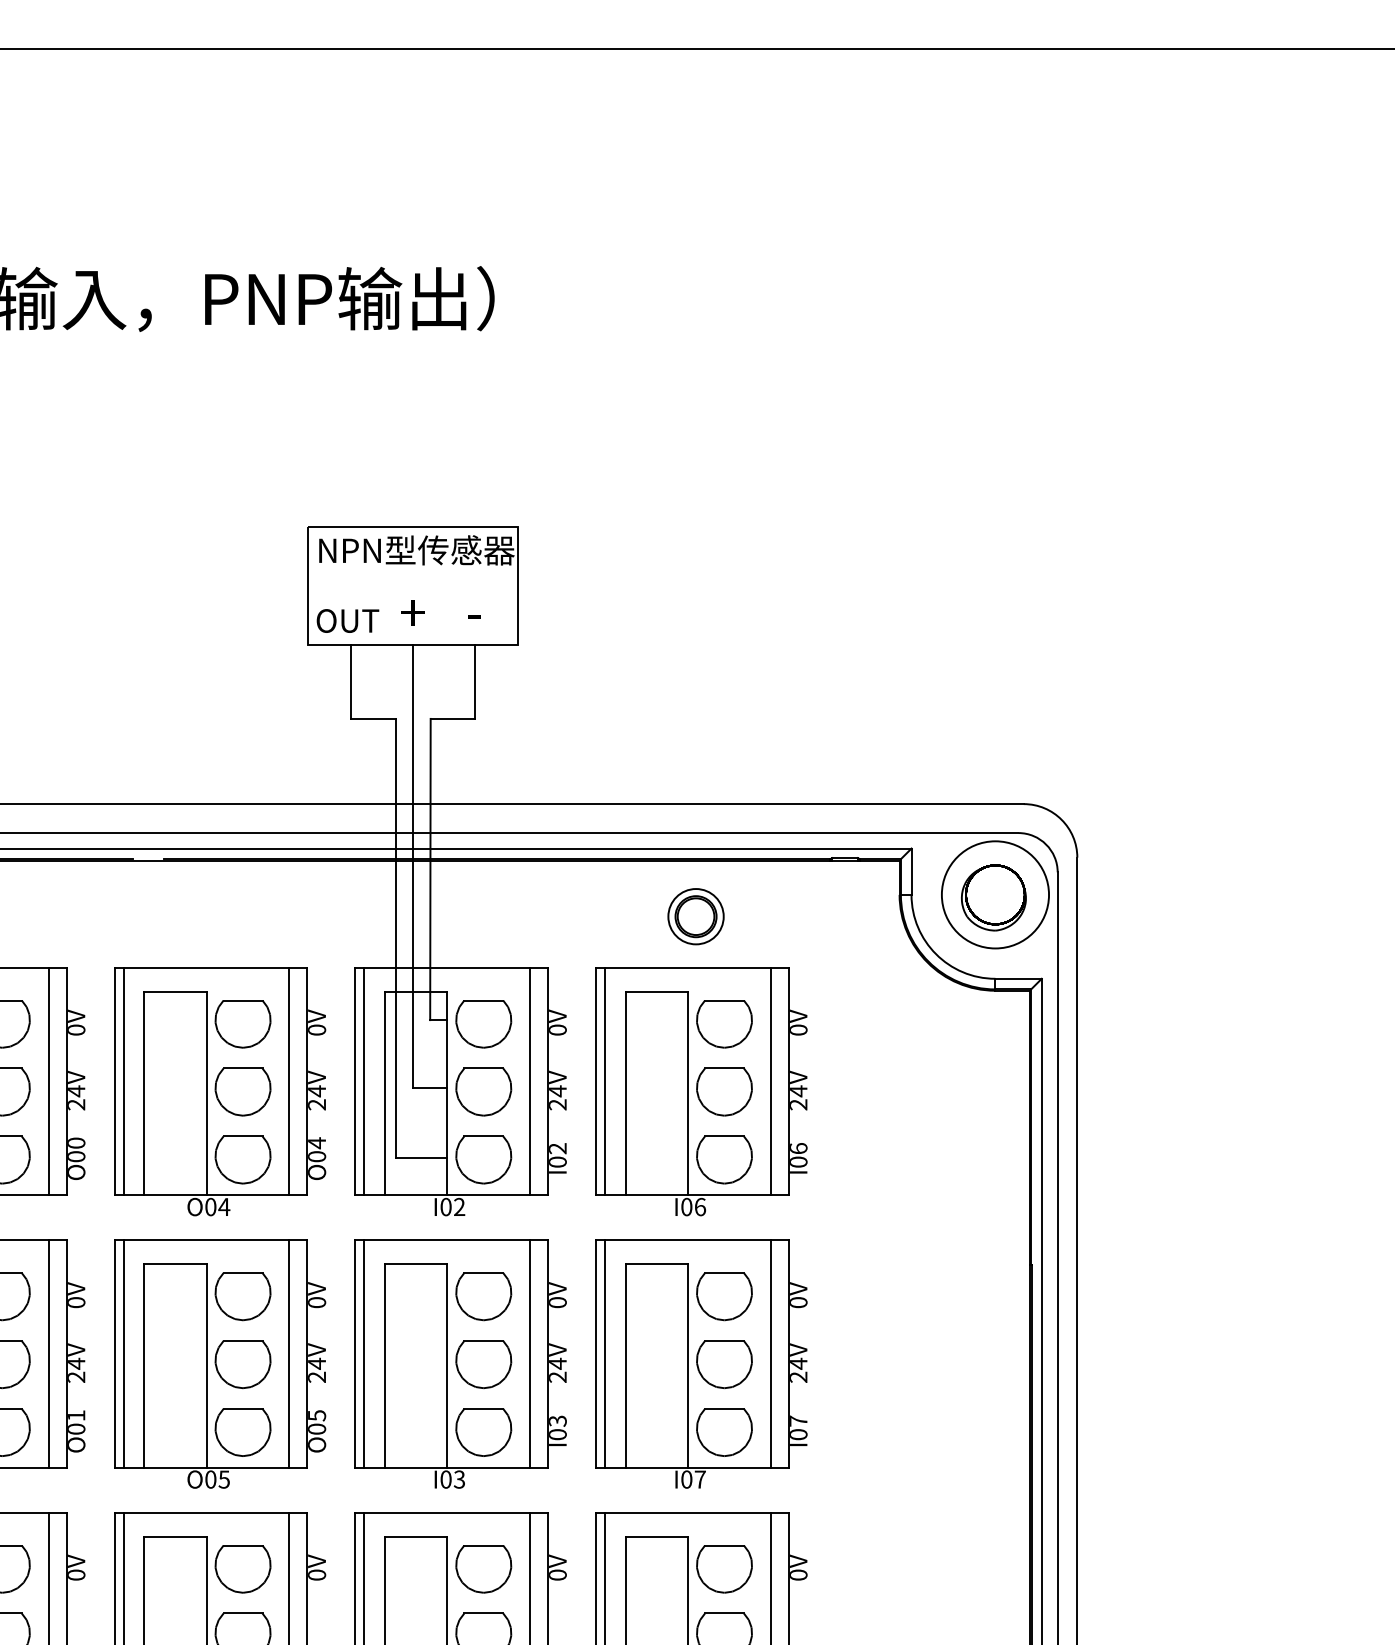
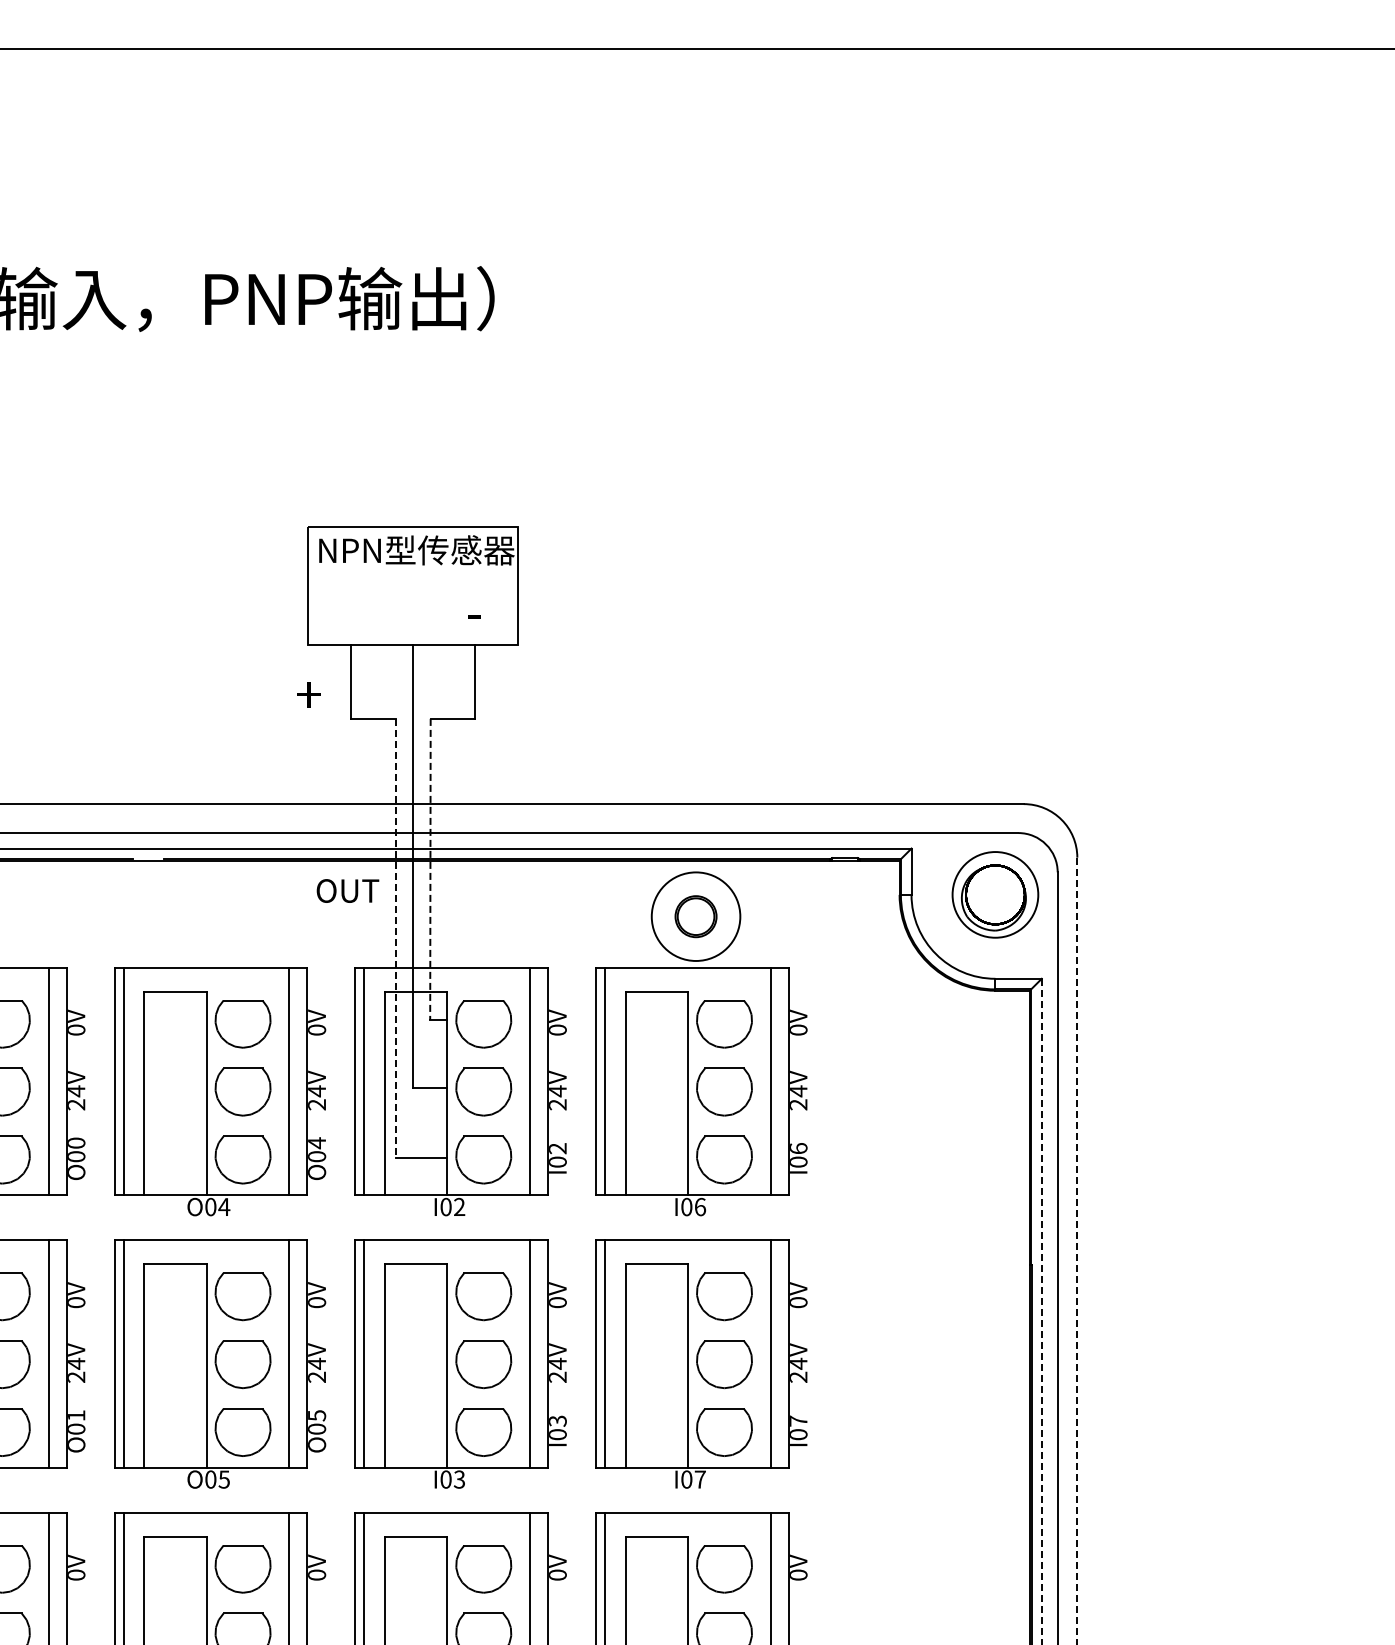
text at (412, 612) position: (412, 612) -> (308, 694)
text at (347, 620) position: (347, 620) -> (347, 890)
line at (430, 869): solid -> dashed
circle at (995, 894) diameter: 107 px -> 86 px
circle at (695, 916) diameter: 55 px -> 89 px
line at (395, 938): solid -> dashed
line at (1077, 1251): solid -> dashed
line at (1041, 1311): solid -> dashed
